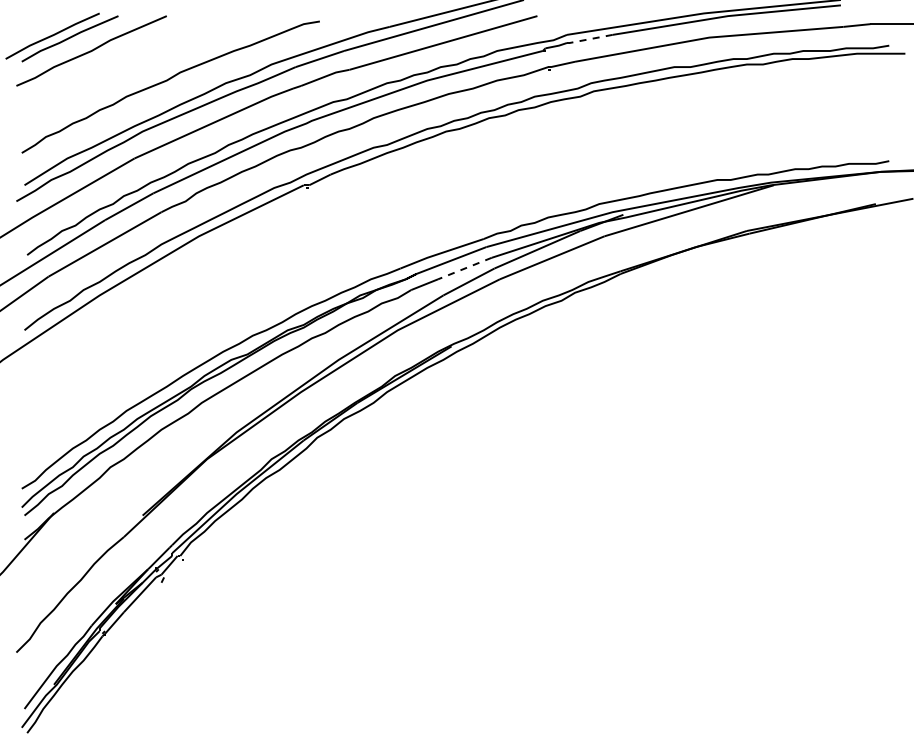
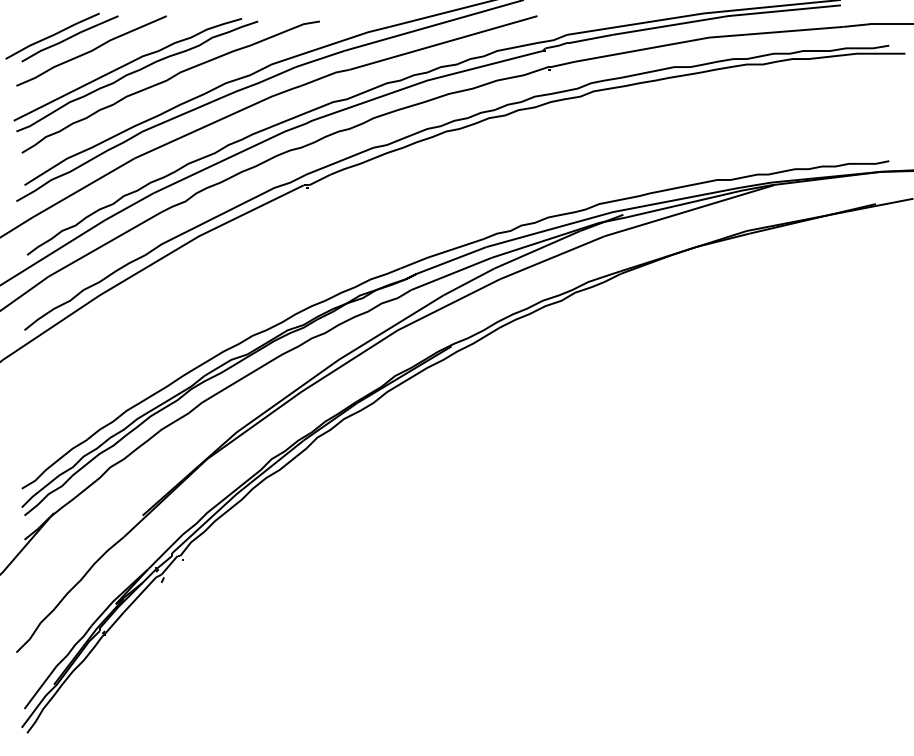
line at (591, 38): dashed -> solid
part at (135, 75): none -> present
line at (464, 268): dashed -> solid
